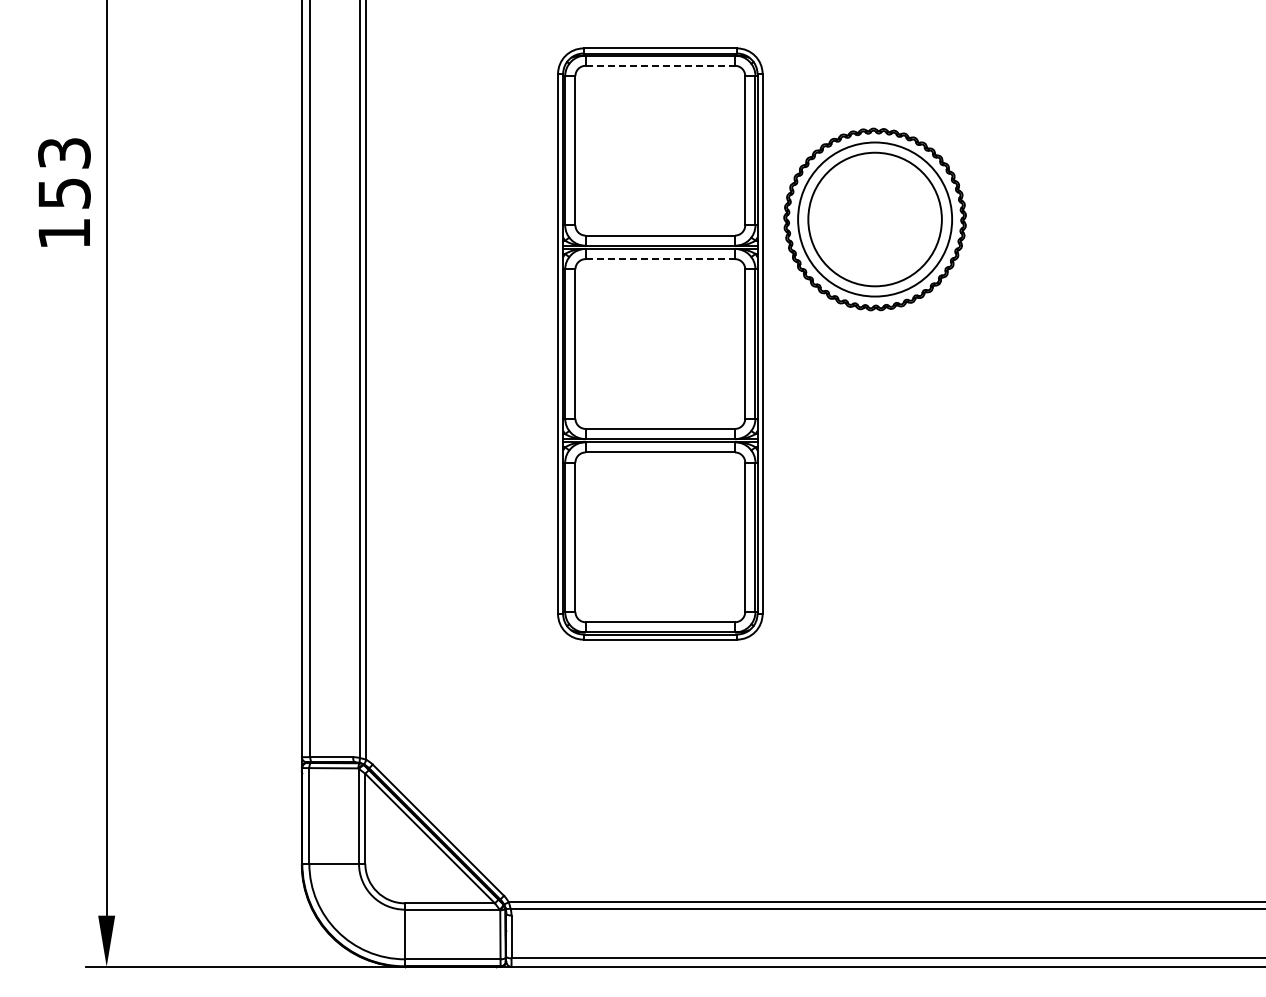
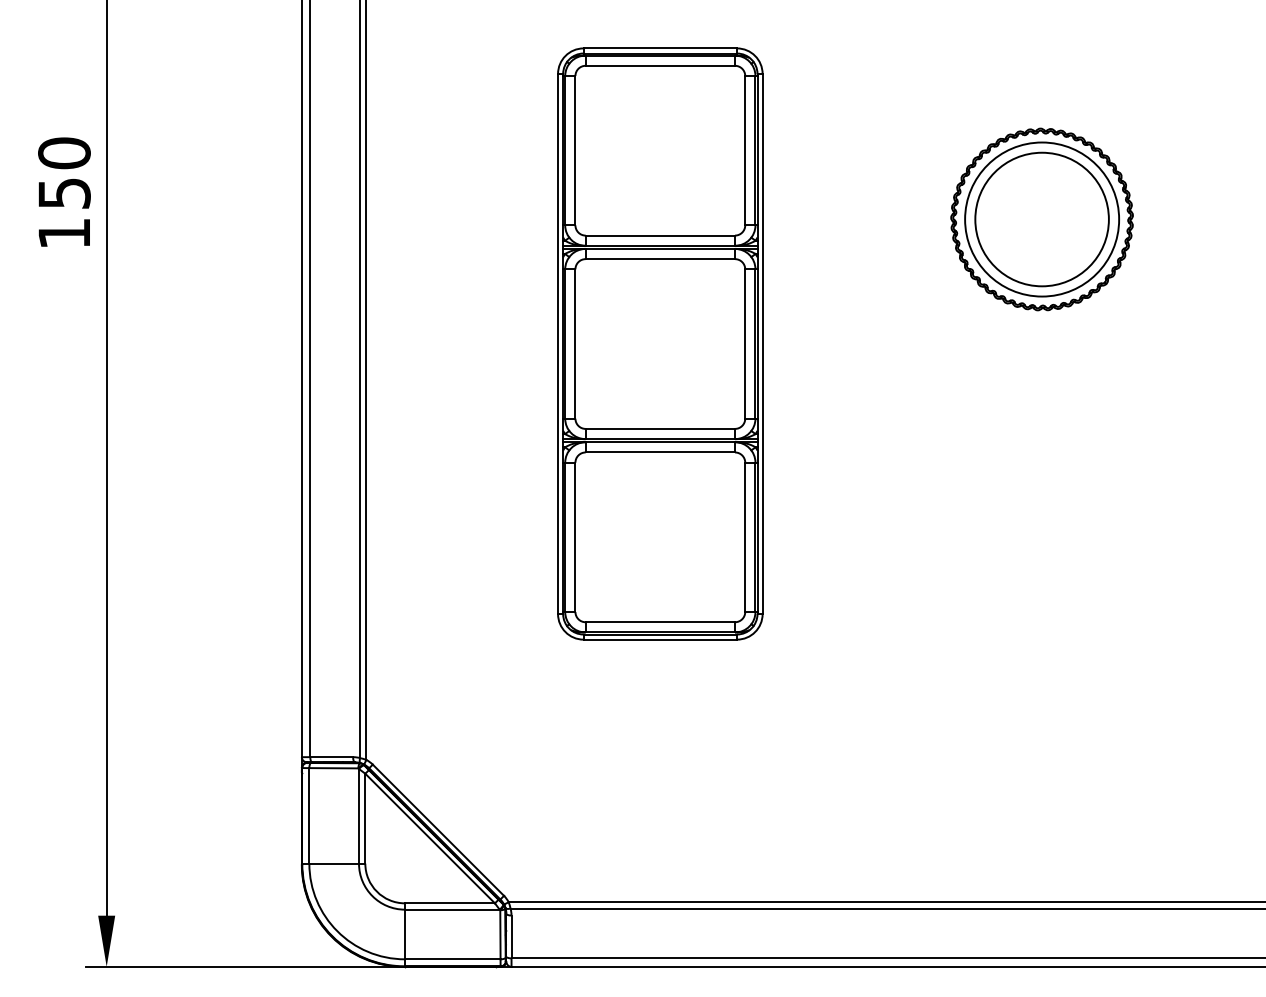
line at (660, 65): dashed -> solid
text at (64, 153): 153 -> 150
part at (874, 219) position: (874, 219) -> (1041, 219)
line at (660, 259): dashed -> solid
